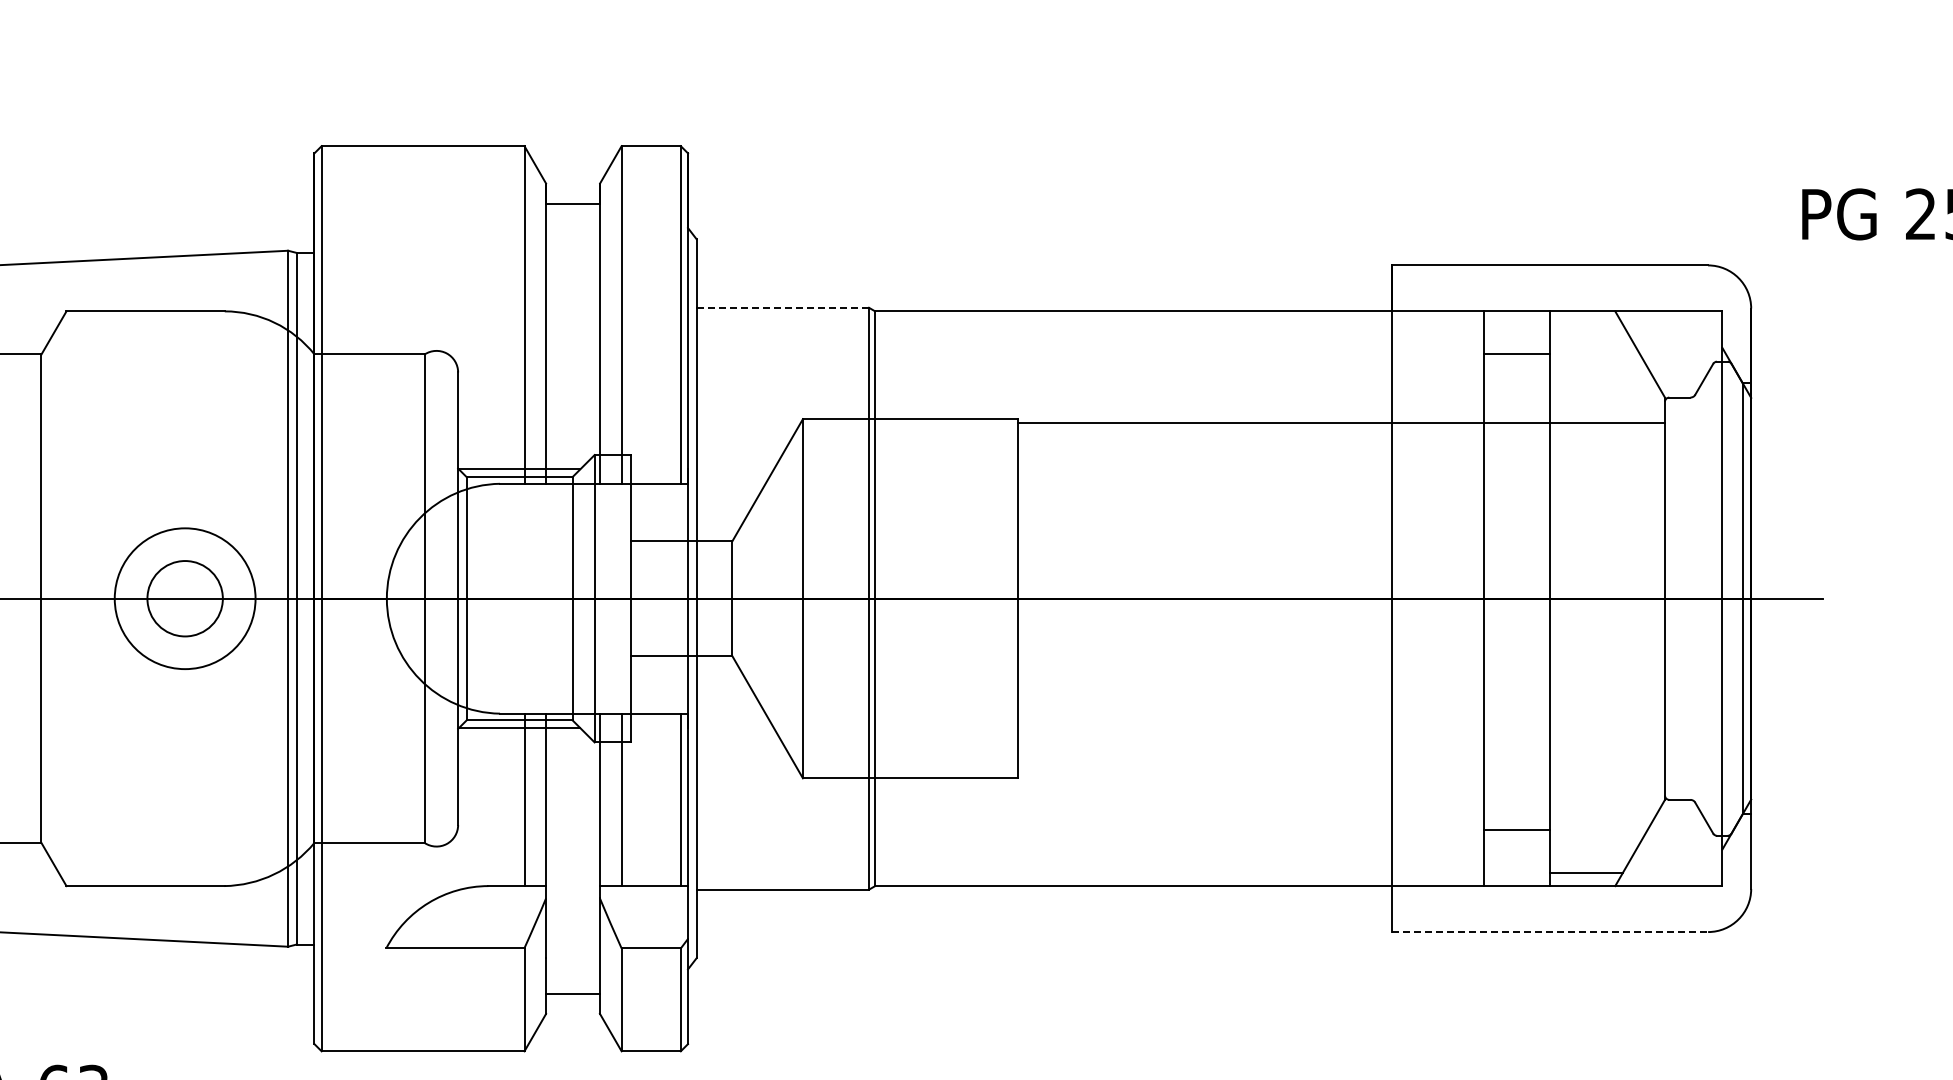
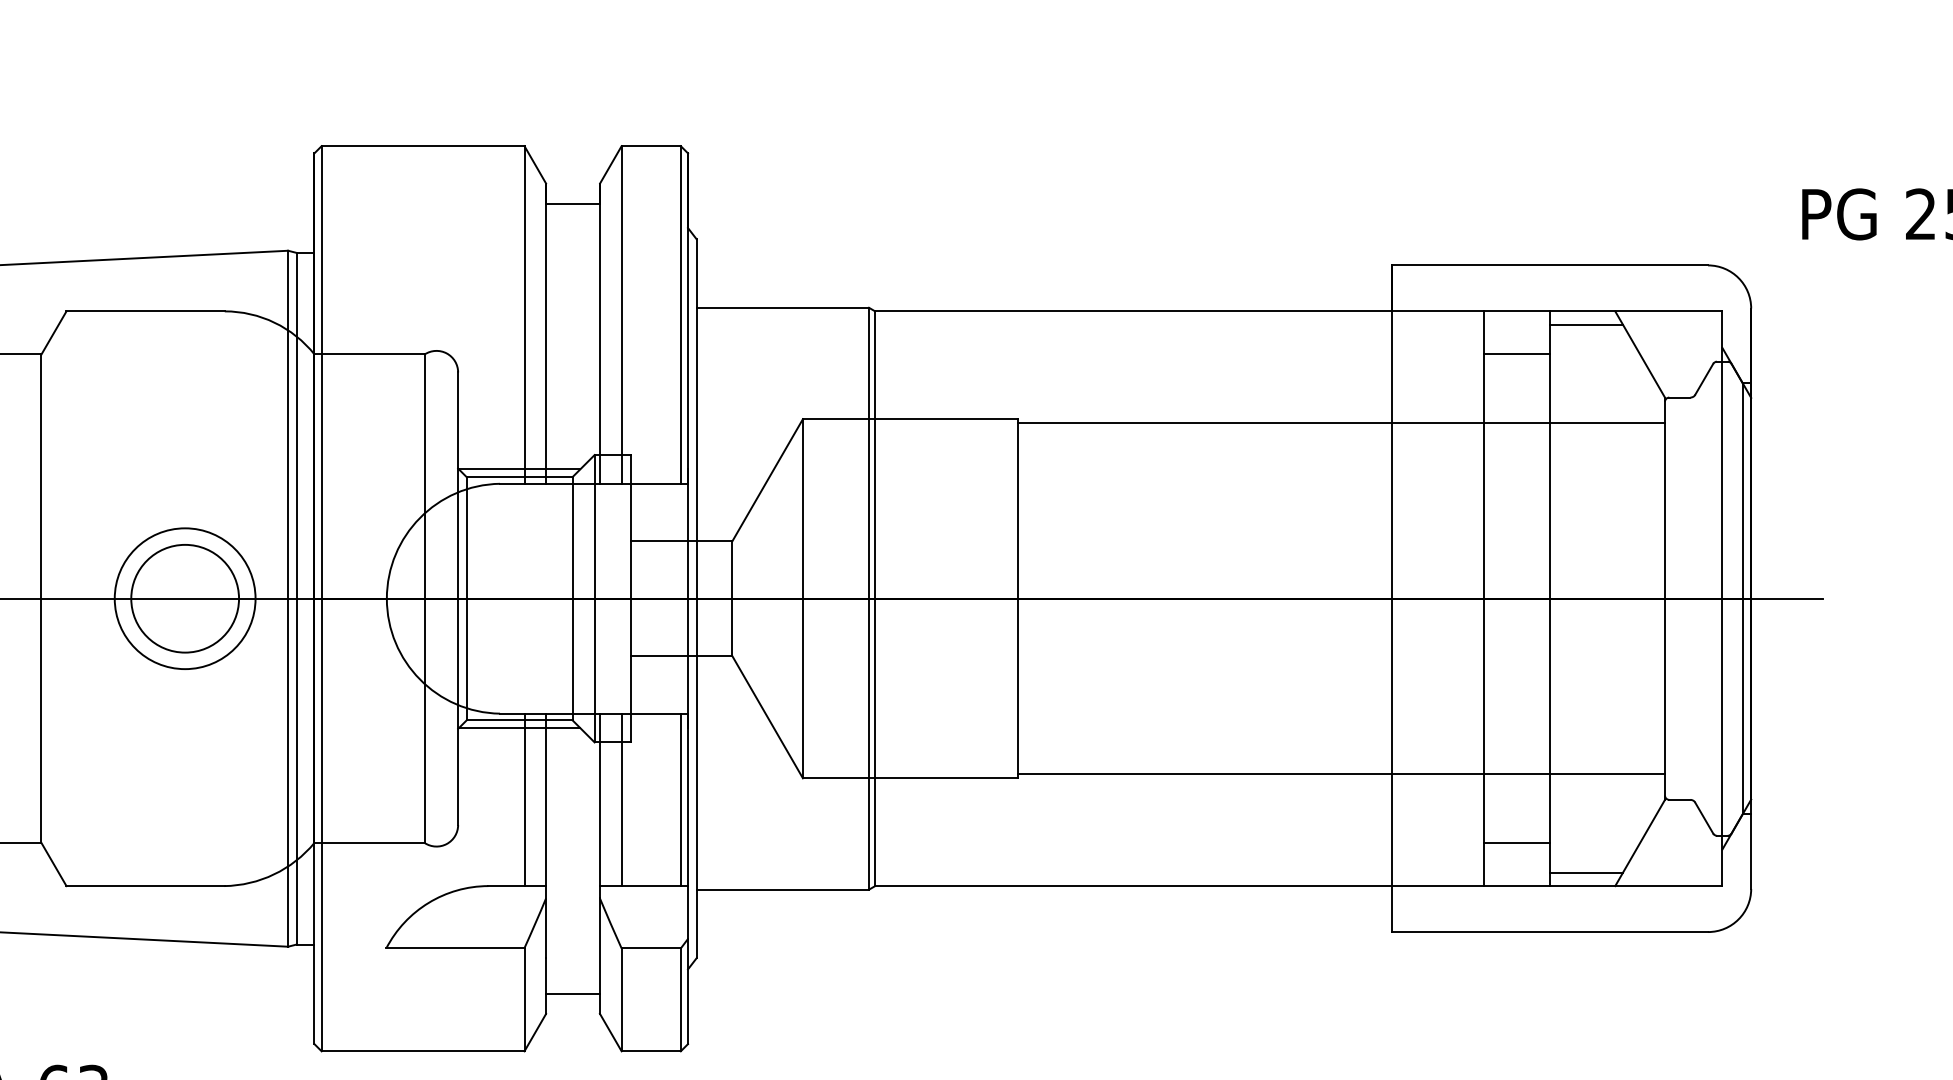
line at (783, 307): dashed -> solid
line at (1586, 324): none -> present
circle at (184, 598) diameter: 75 px -> 108 px
line at (1341, 774): none -> present
line at (1516, 829) position: (1516, 829) -> (1516, 842)
line at (1550, 932): dashed -> solid
